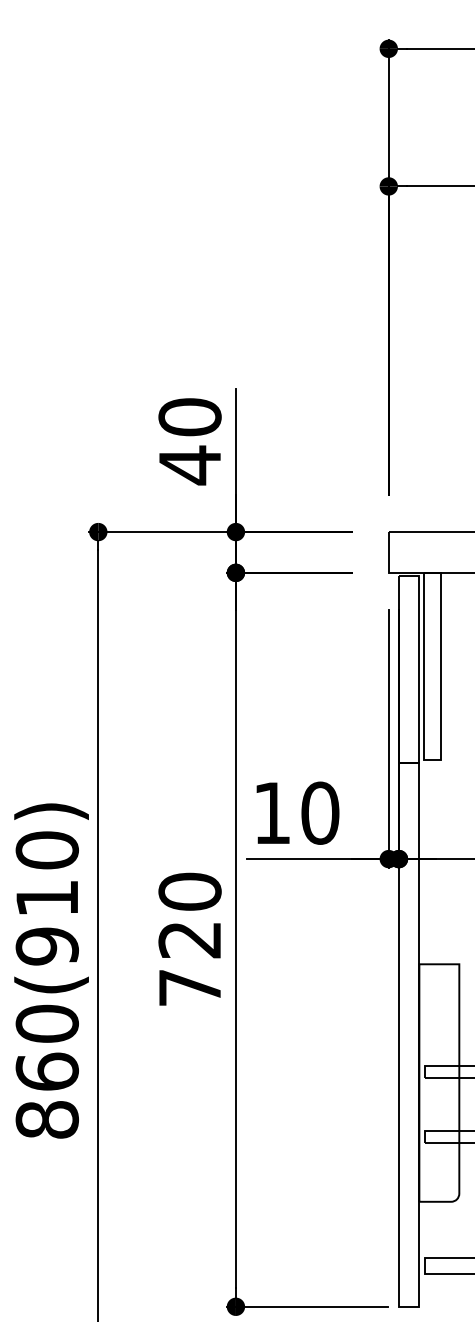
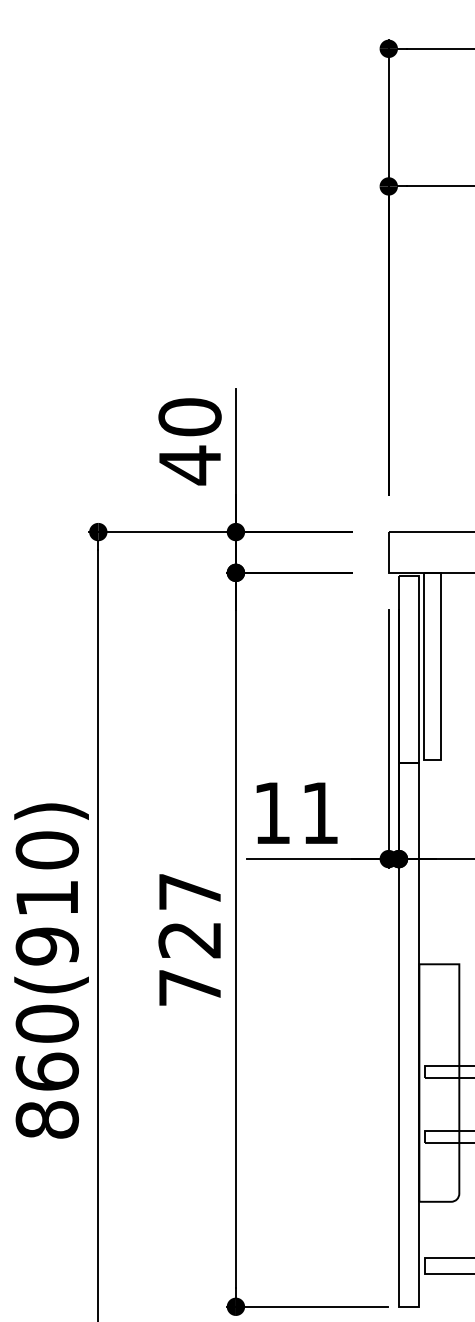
text at (320, 812): 10 -> 11
text at (189, 891): 720 -> 727
